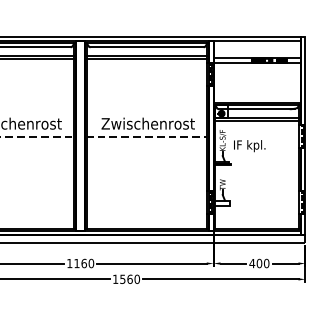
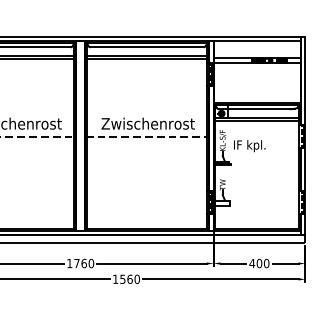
text at (76, 263): 1160 -> 1760
